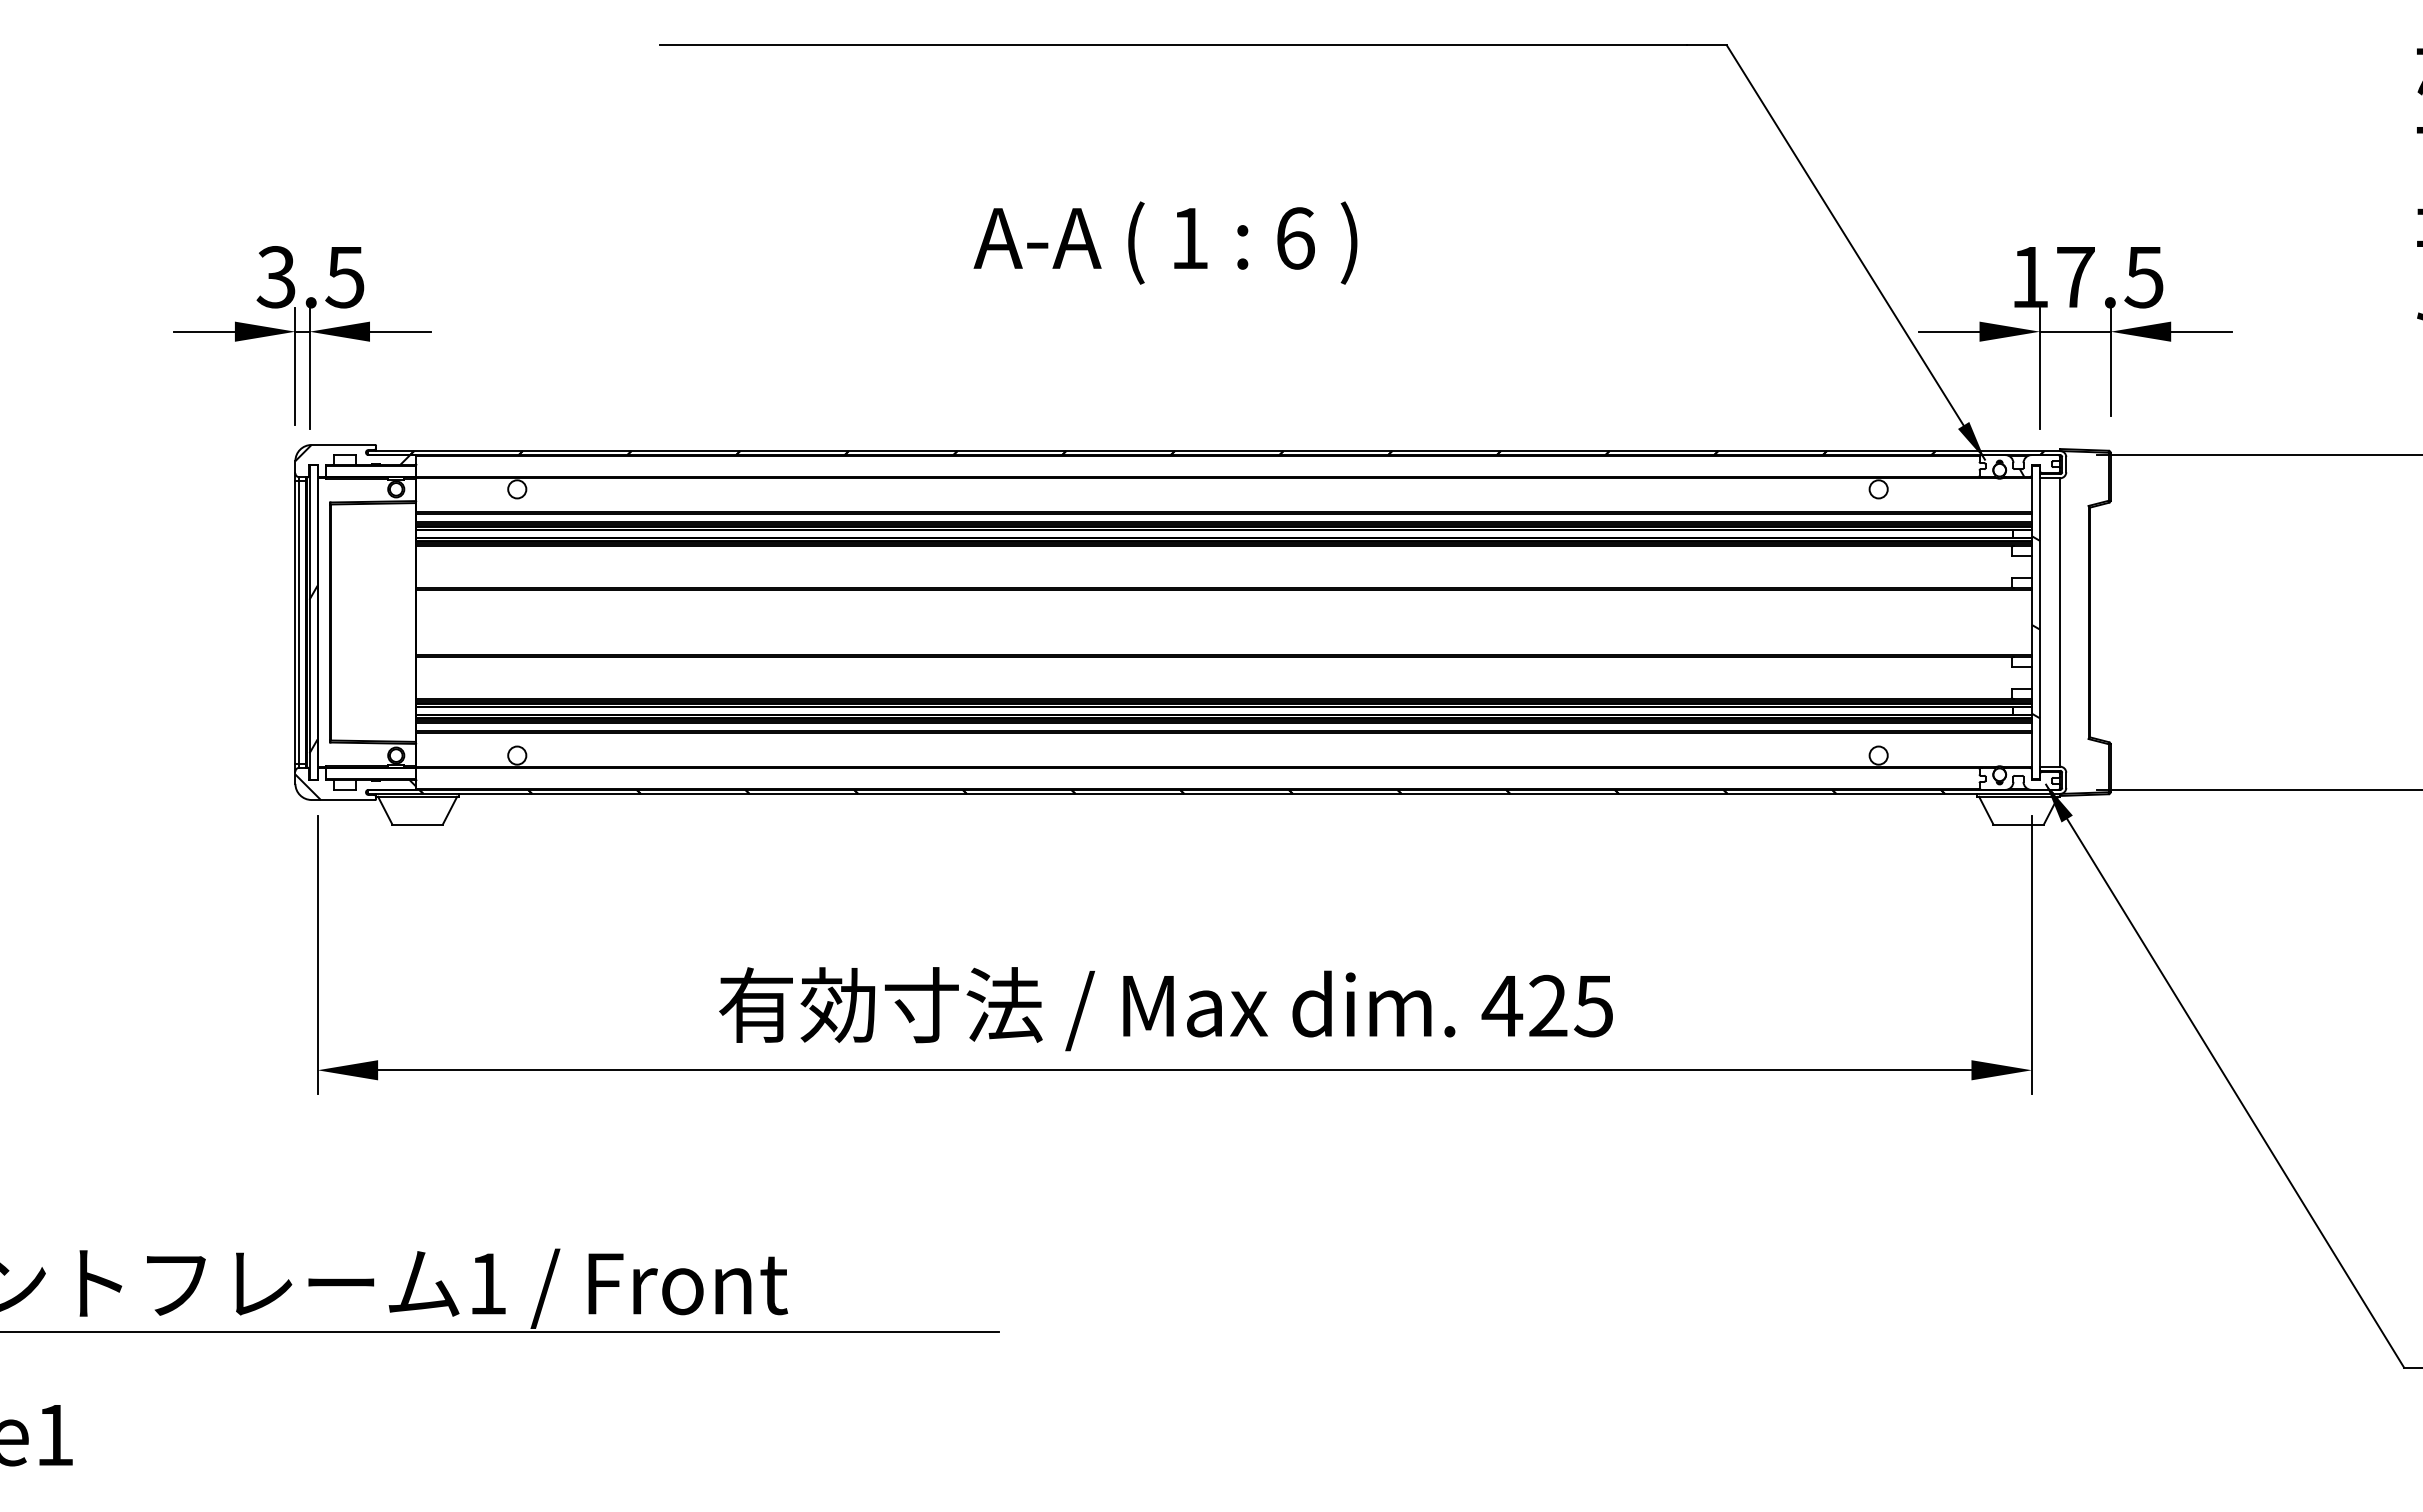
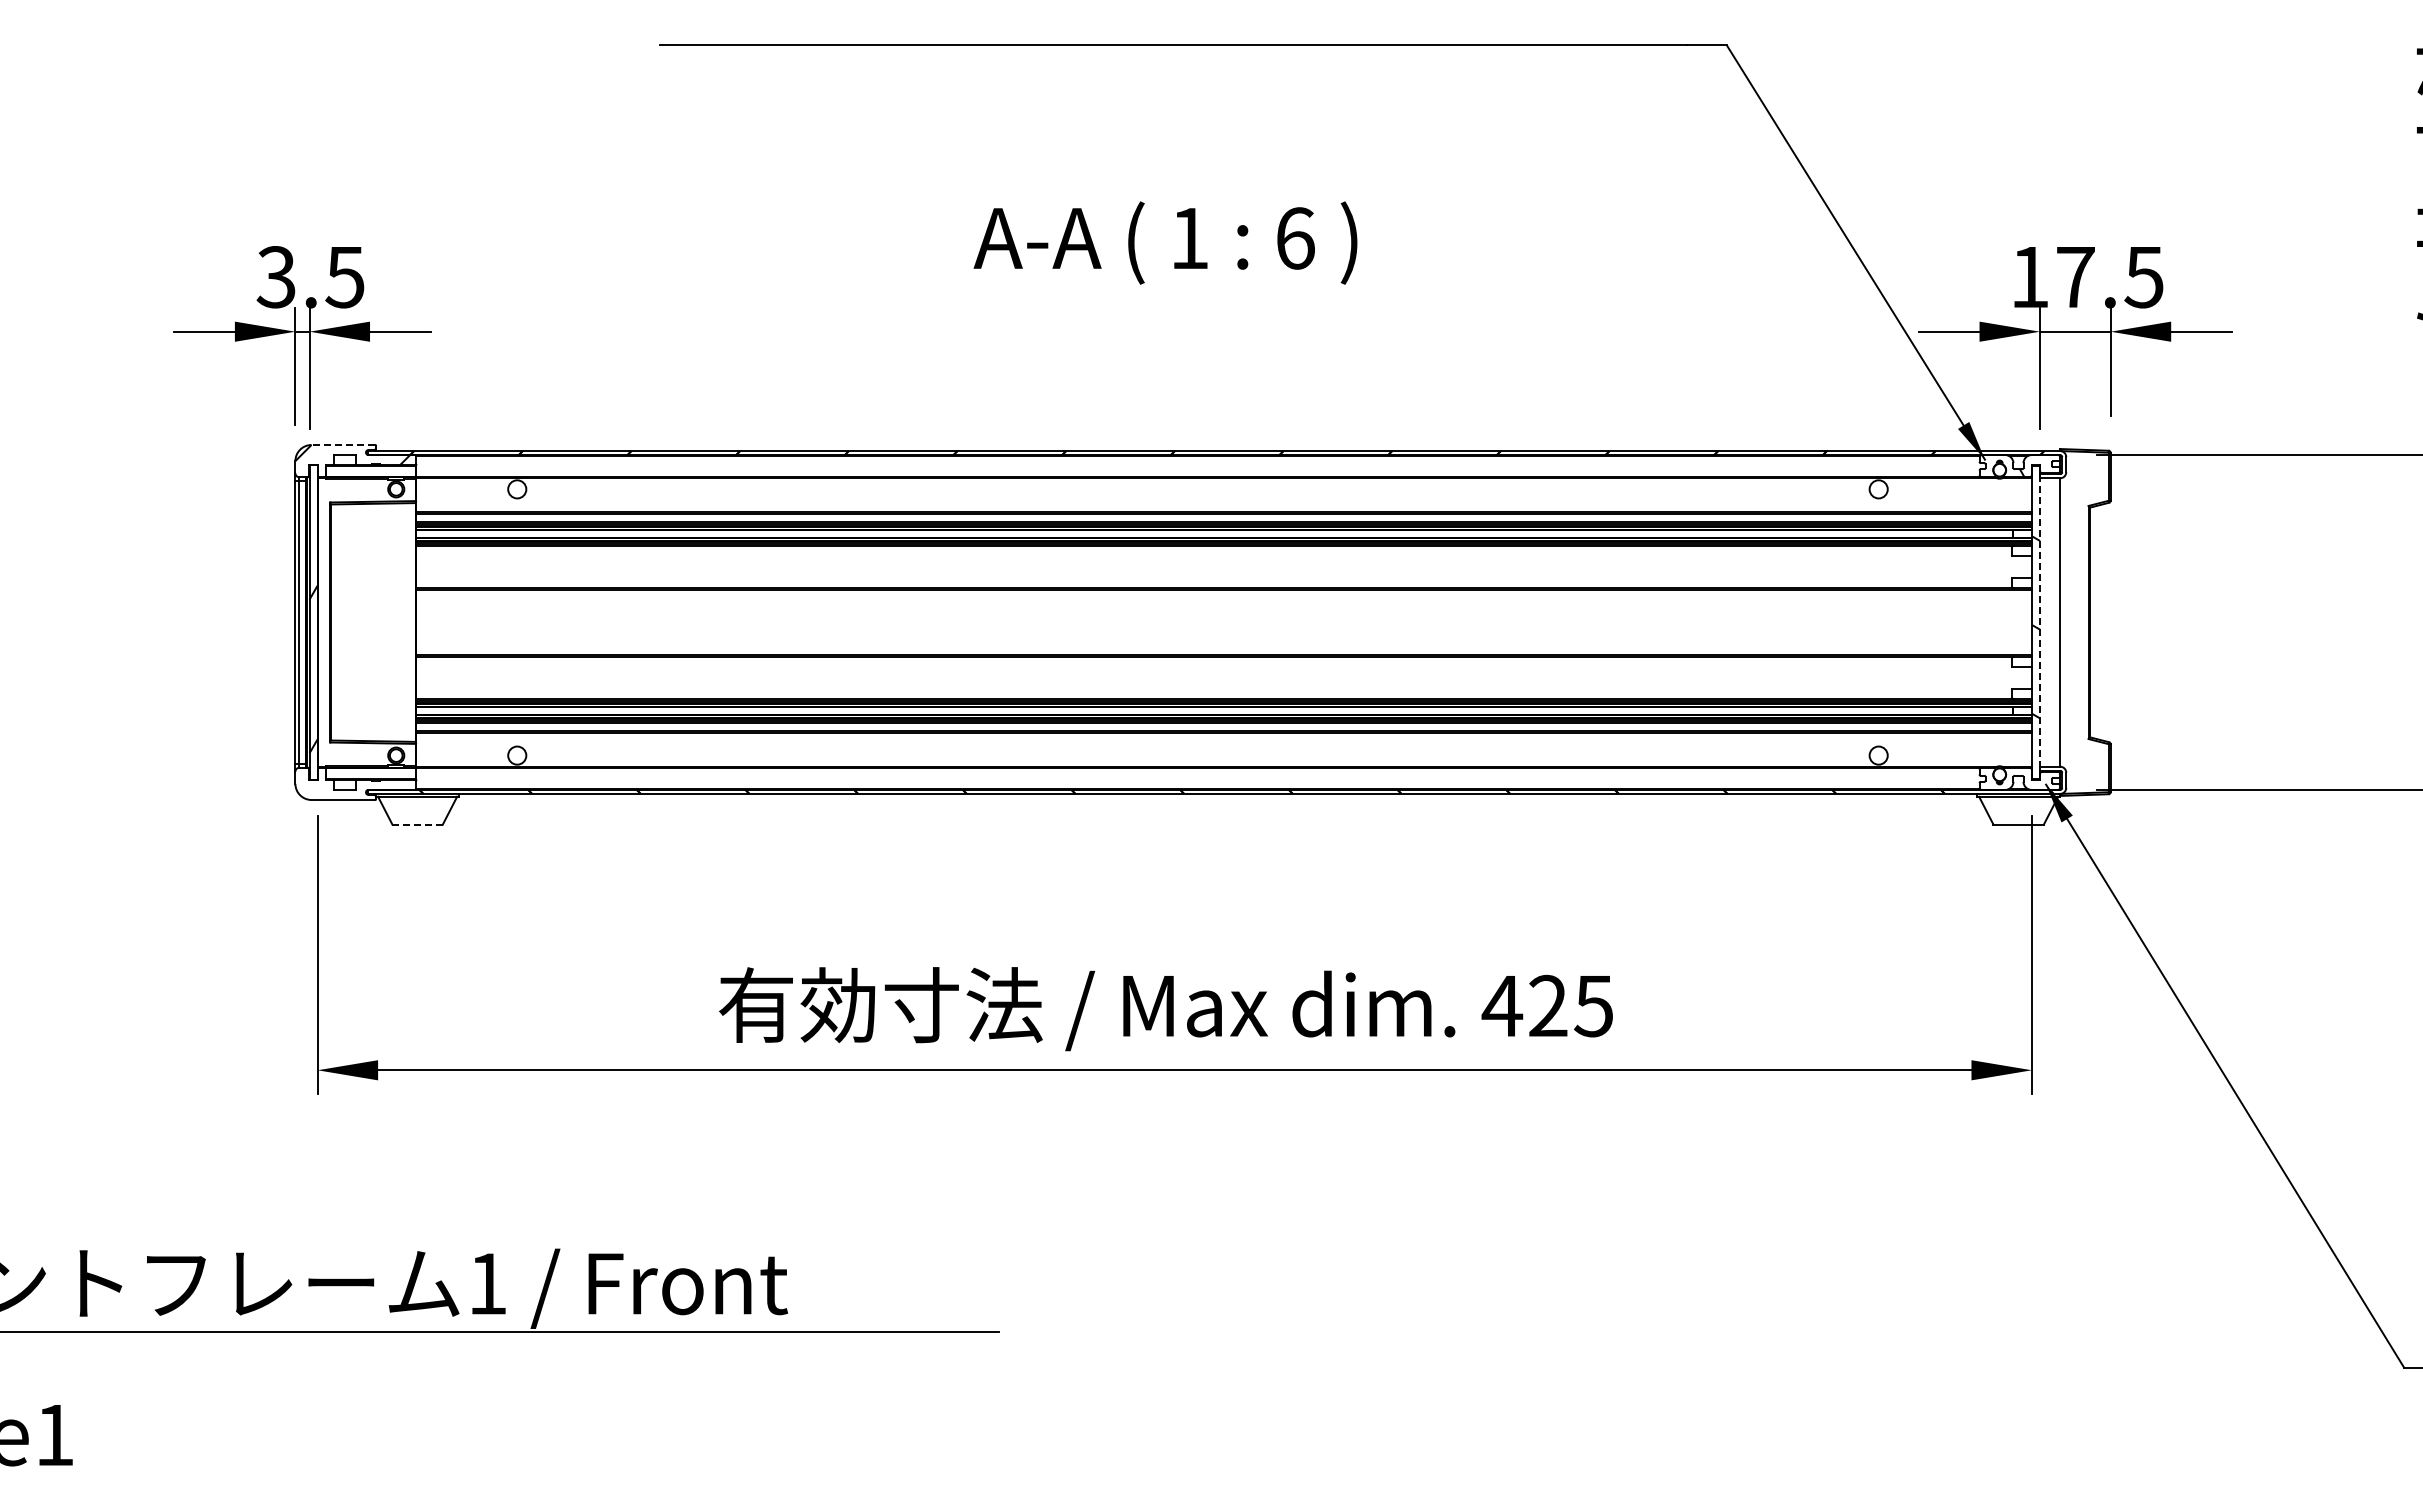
line at (343, 445): solid -> dashed
line at (2040, 622): solid -> dashed
hatch at (355, 786): present -> none
line at (418, 824): solid -> dashed
